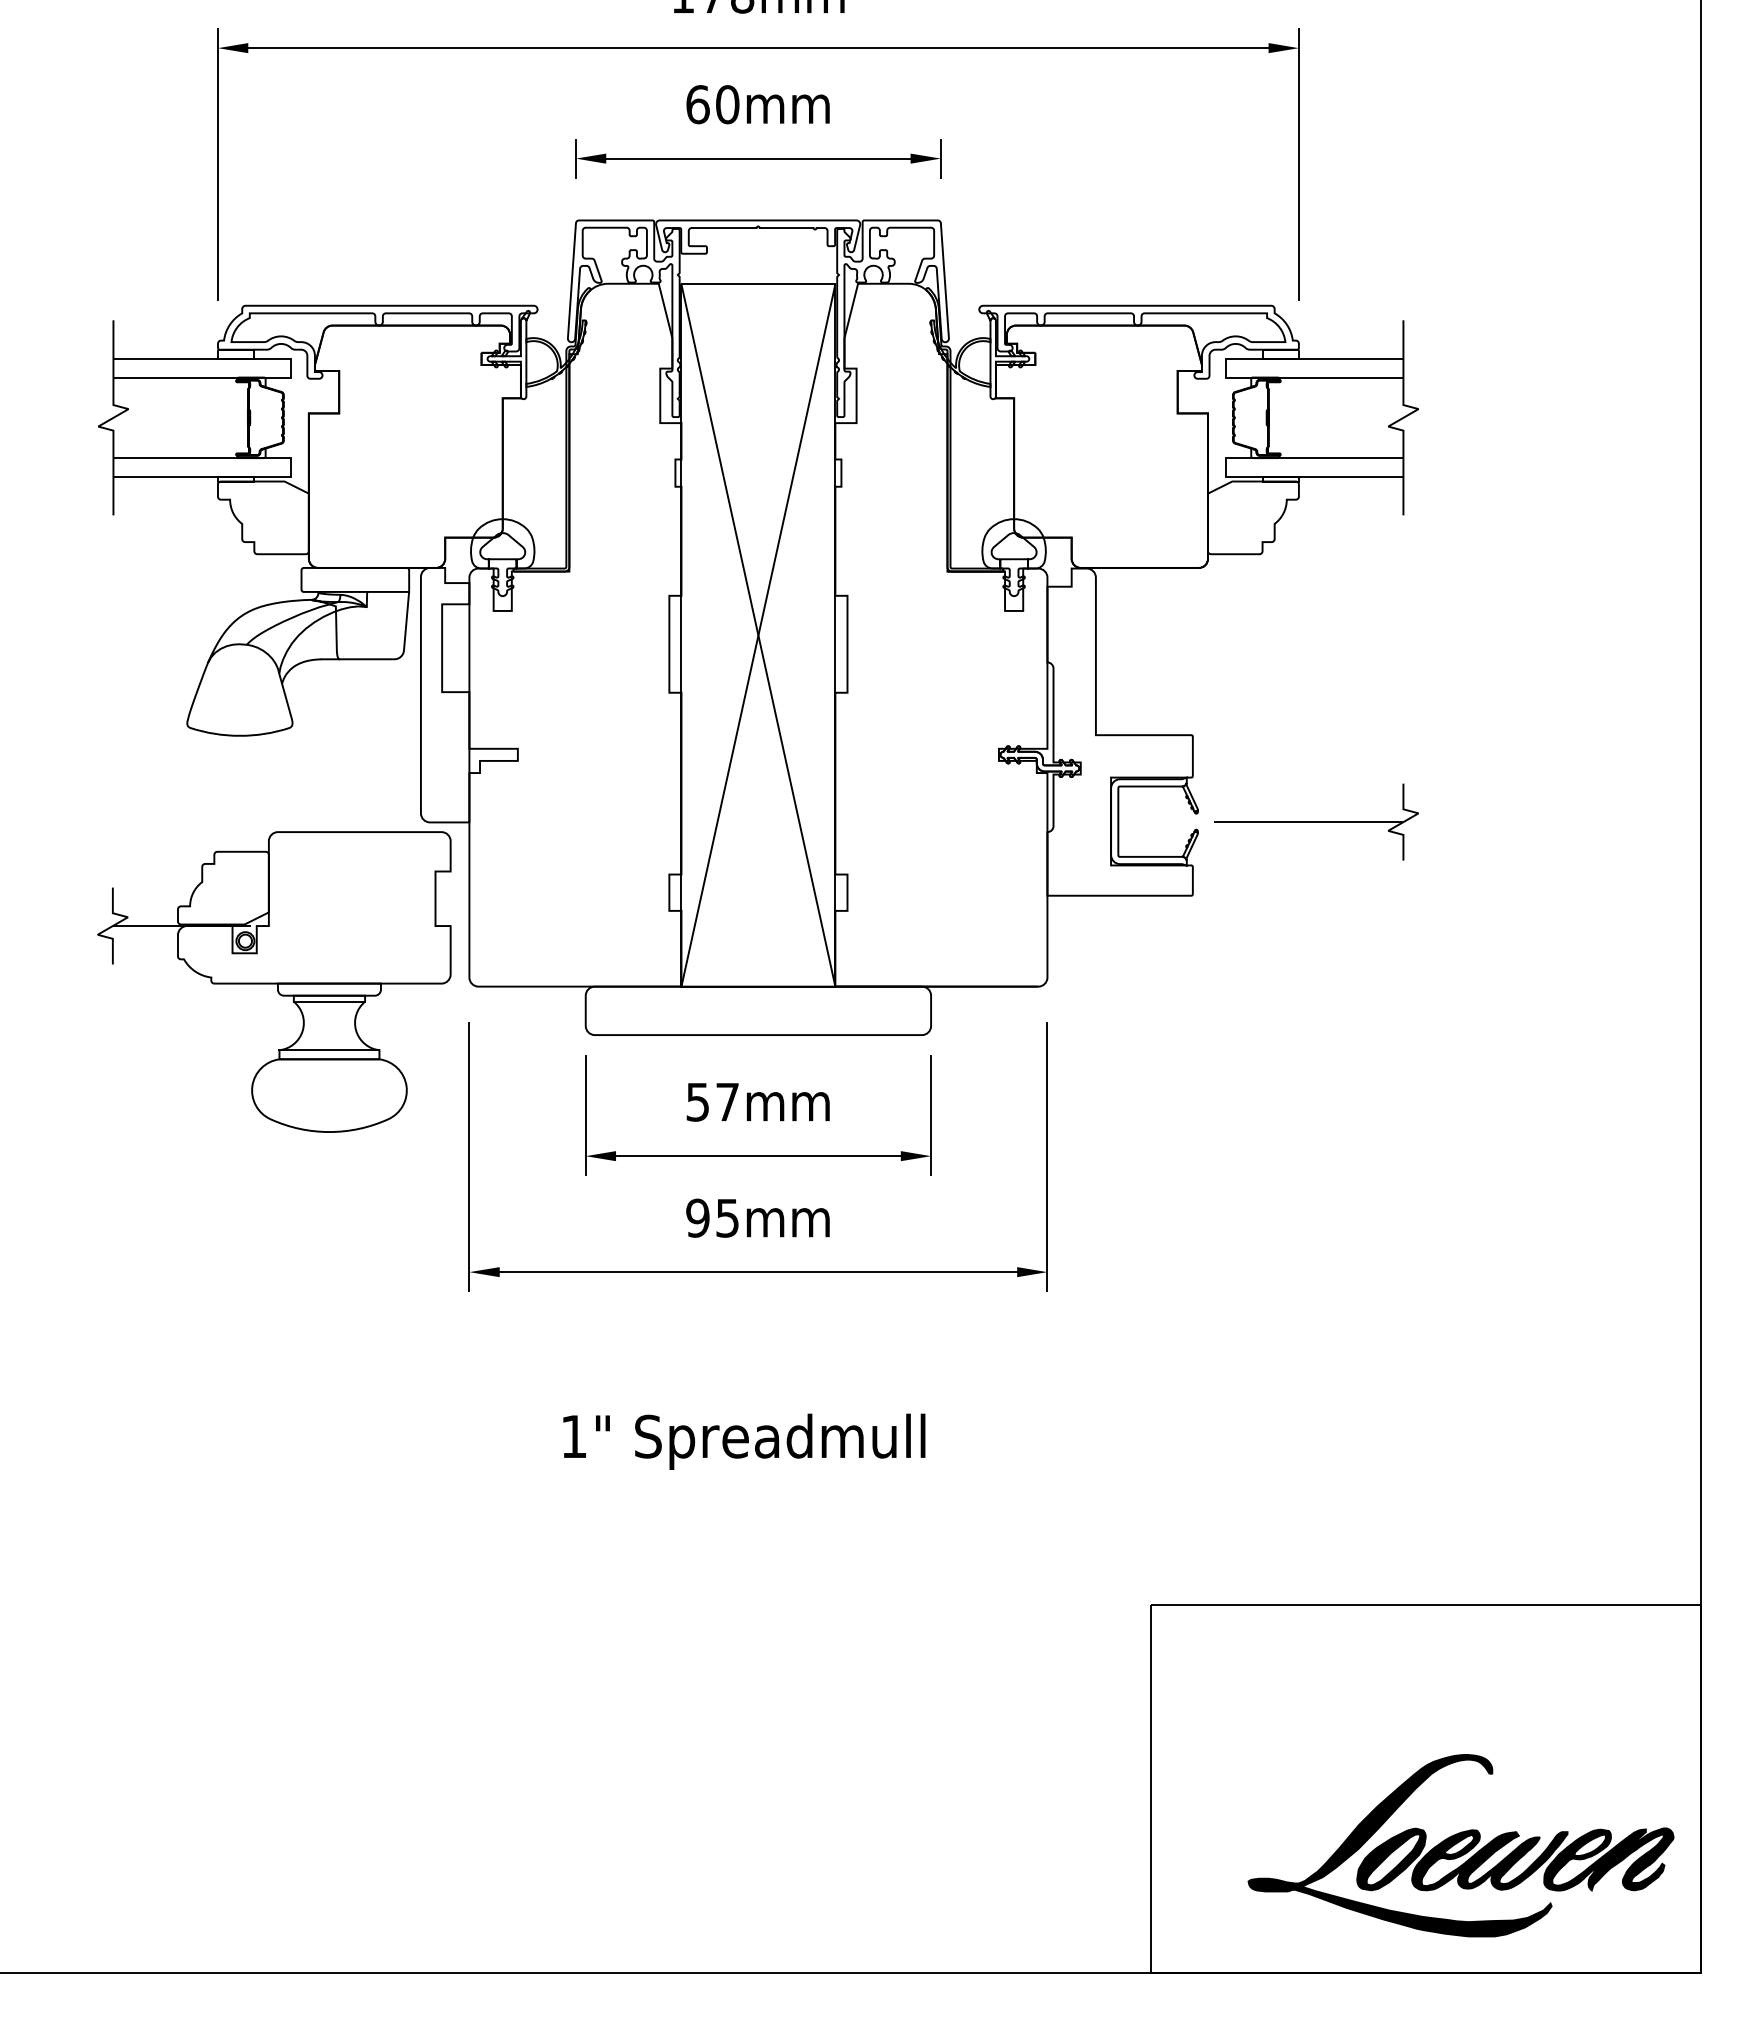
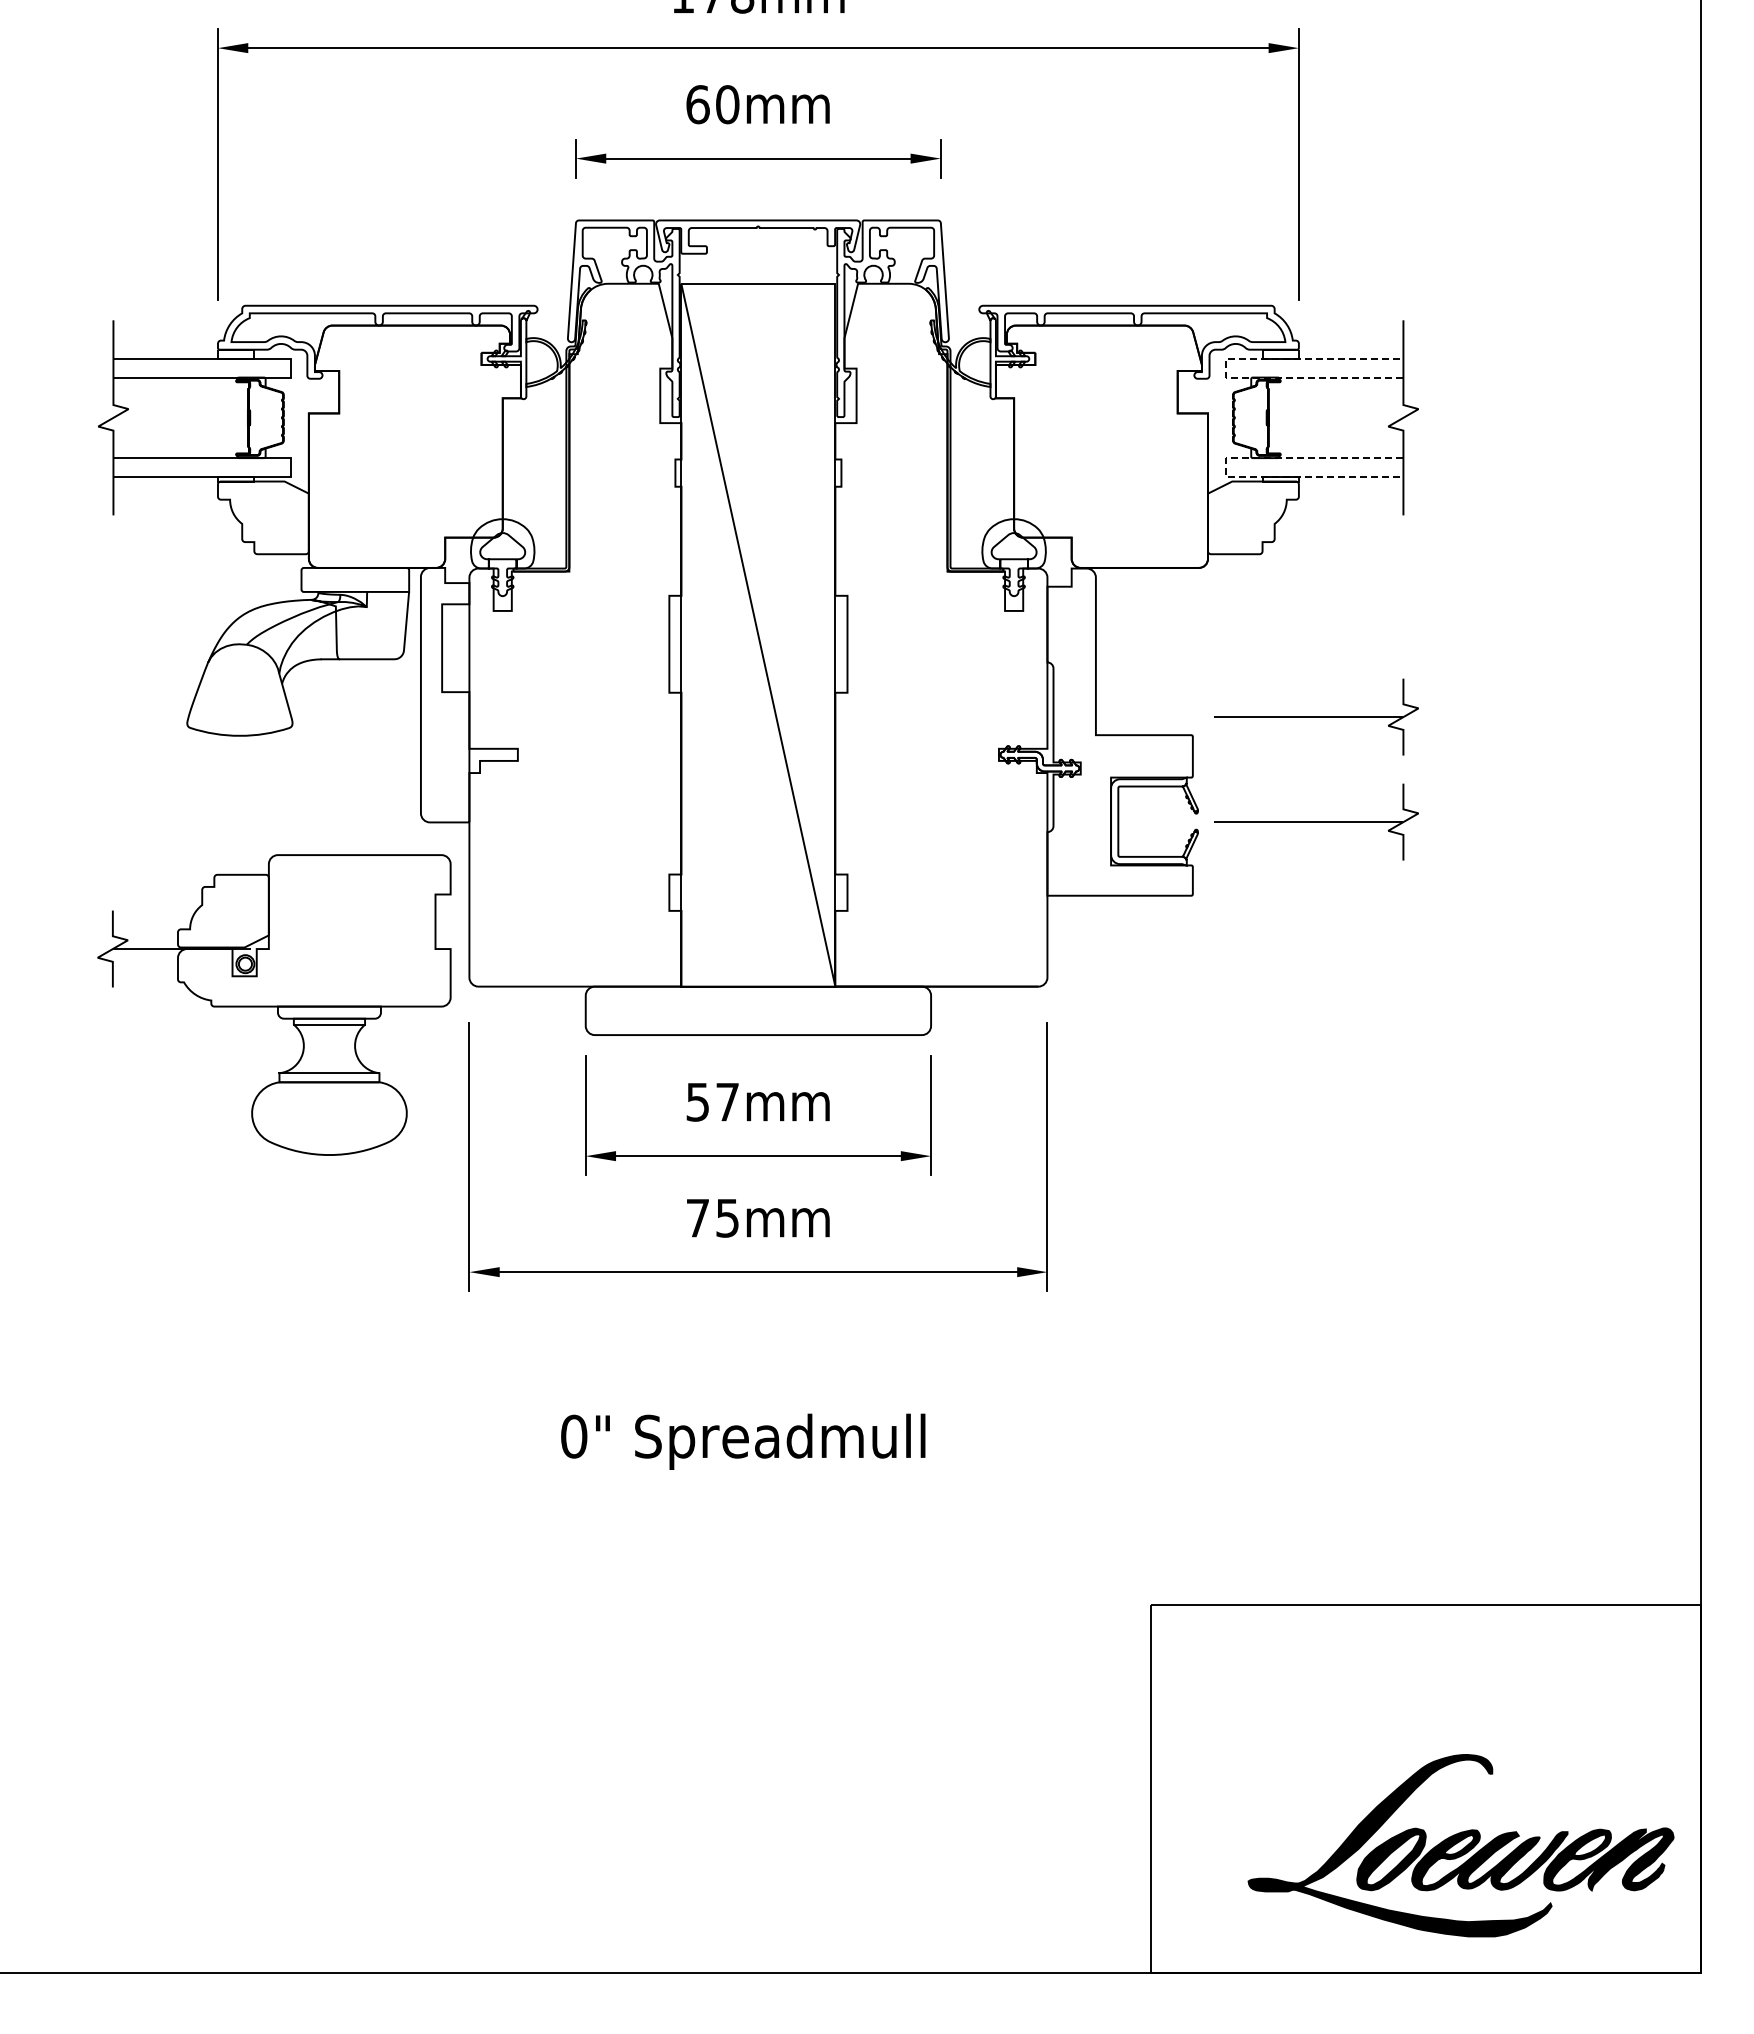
line at (1226, 367): solid -> dashed
line at (1226, 468): solid -> dashed
line at (758, 635): present -> none
part at (1316, 716): none -> present
part at (274, 981) position: (274, 981) -> (274, 1004)
text at (697, 1217): 95mm -> 75mm
text at (574, 1436): 1" -> 0"
